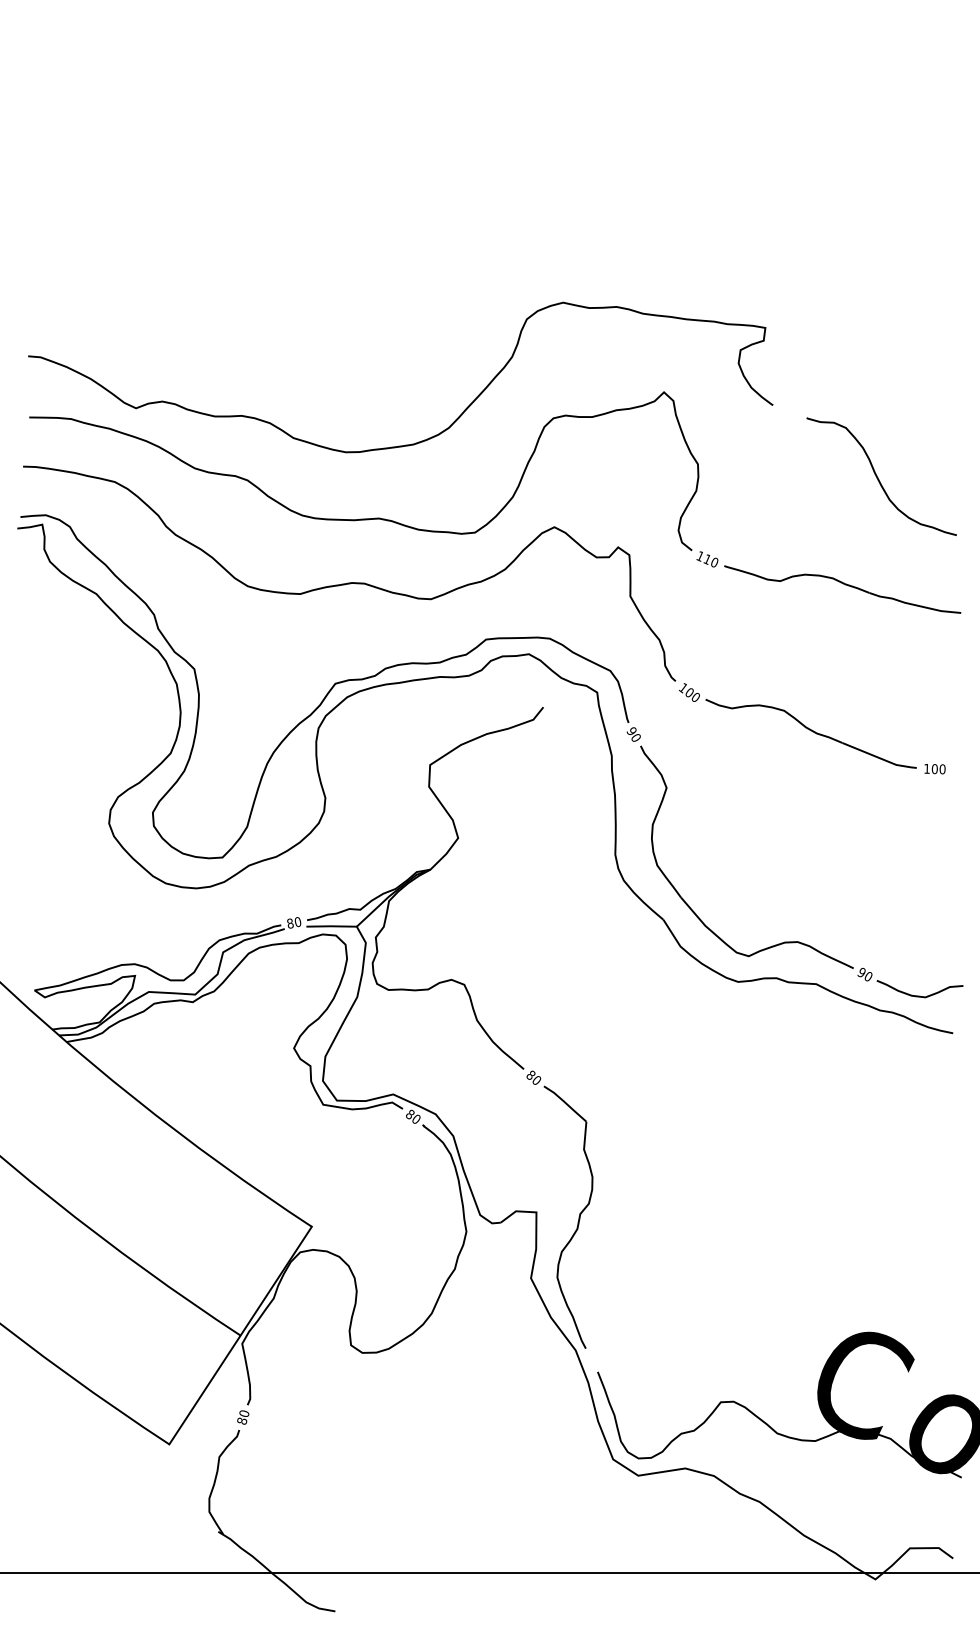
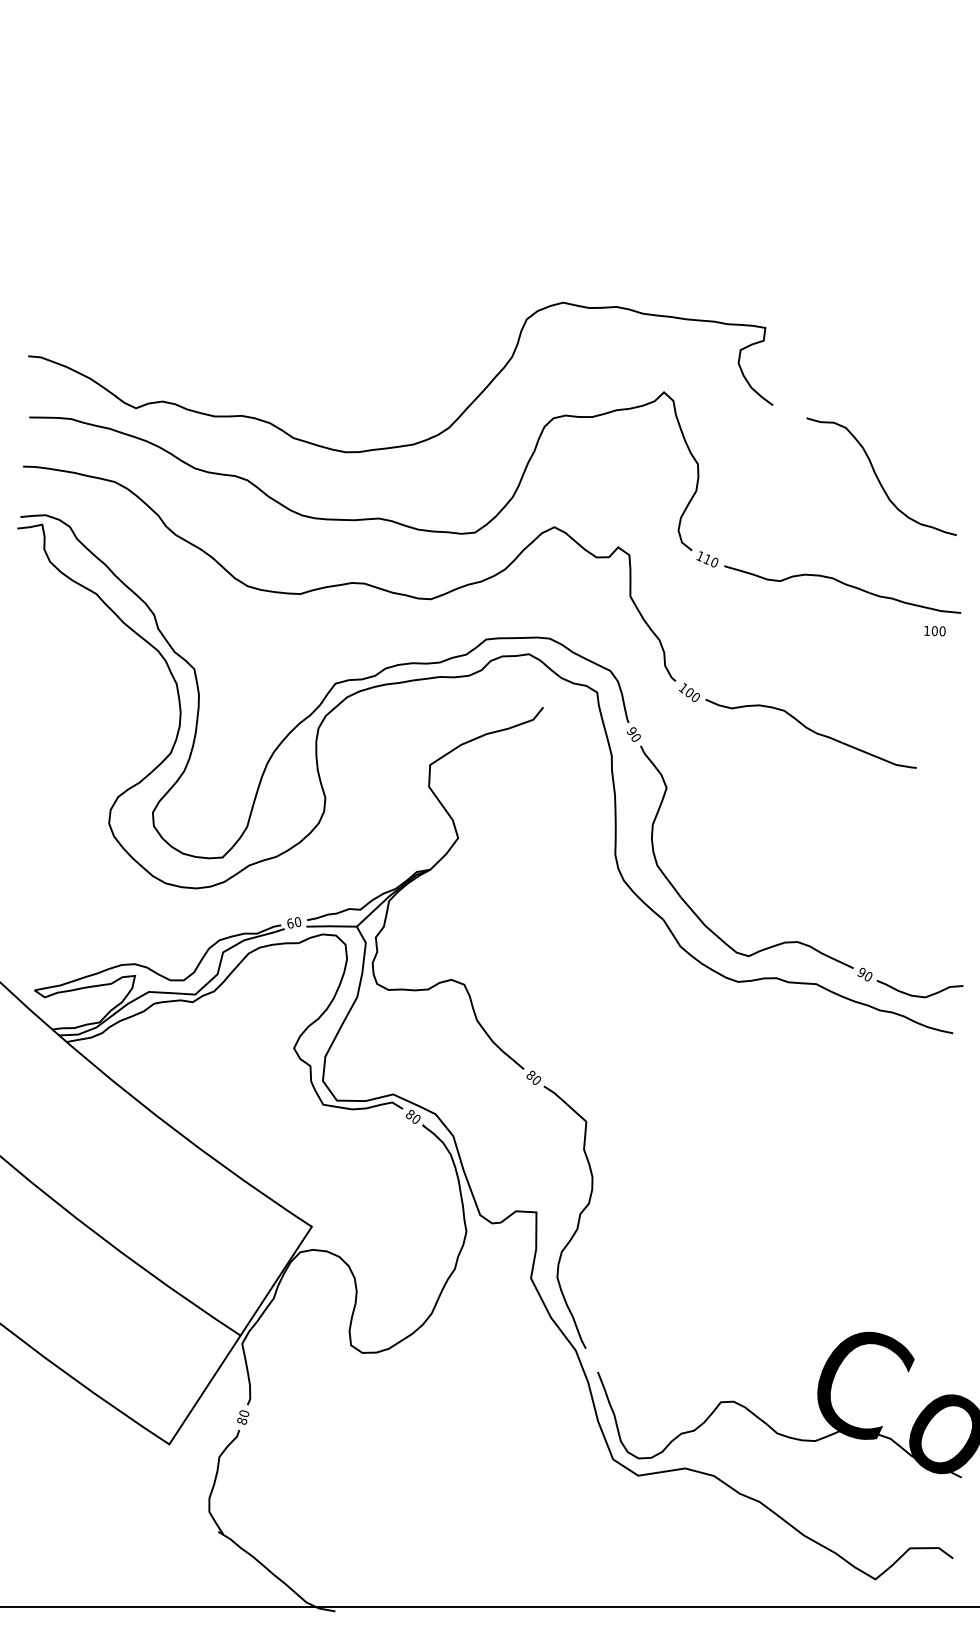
text at (934, 769) position: (934, 769) -> (934, 631)
text at (290, 923): 80 -> 60
line at (489, 1572) position: (489, 1572) -> (489, 1606)
